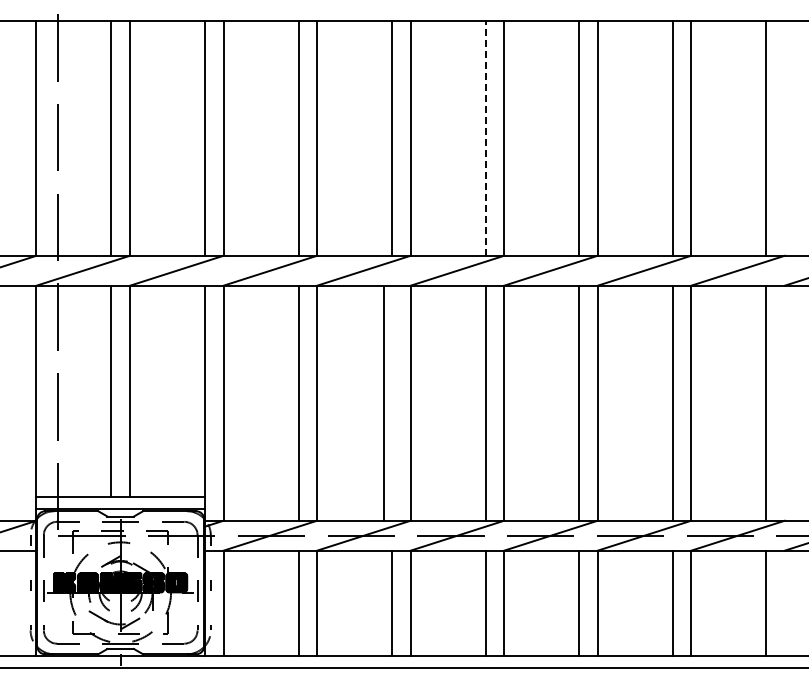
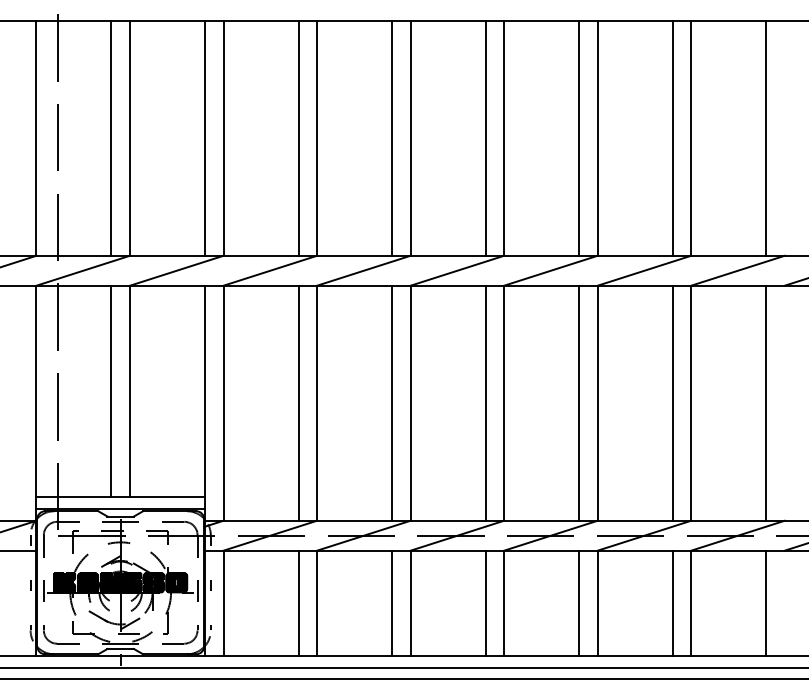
line at (485, 138): dashed -> solid
line at (384, 402) position: (384, 402) -> (392, 402)
line at (403, 678): none -> present
